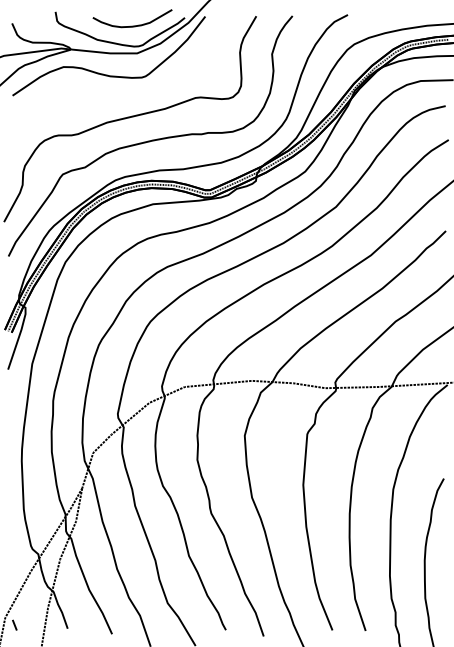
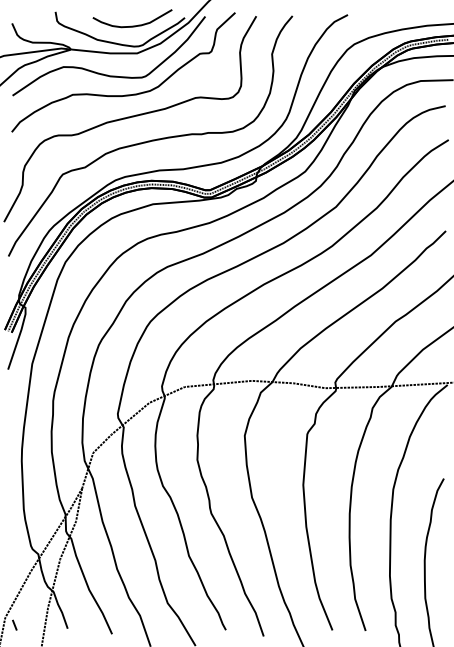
curve at (125, 94): none -> present
